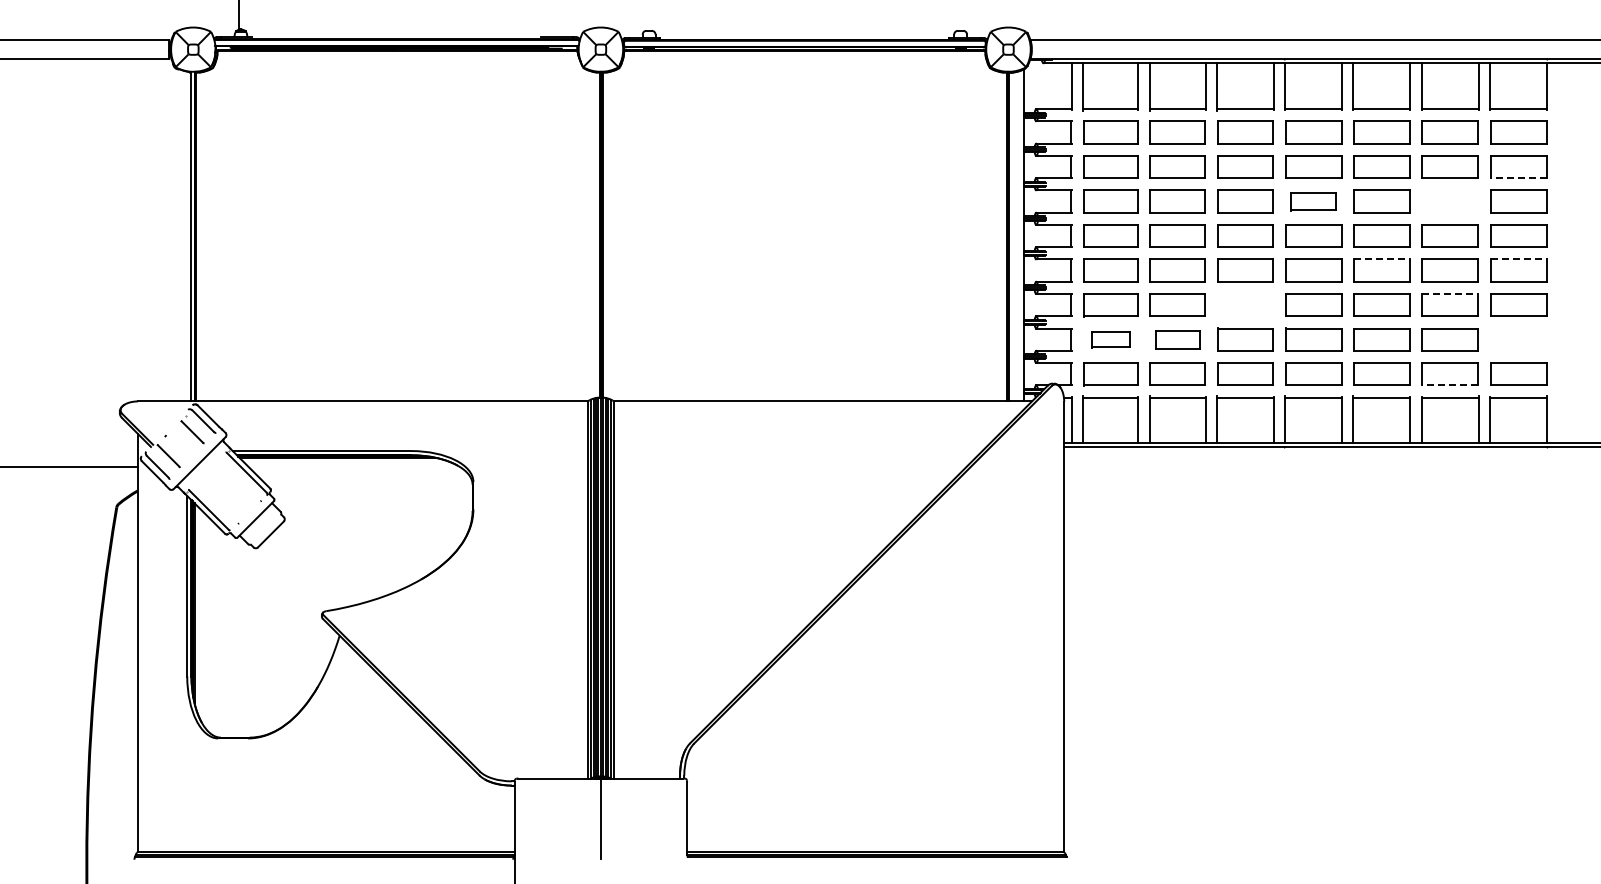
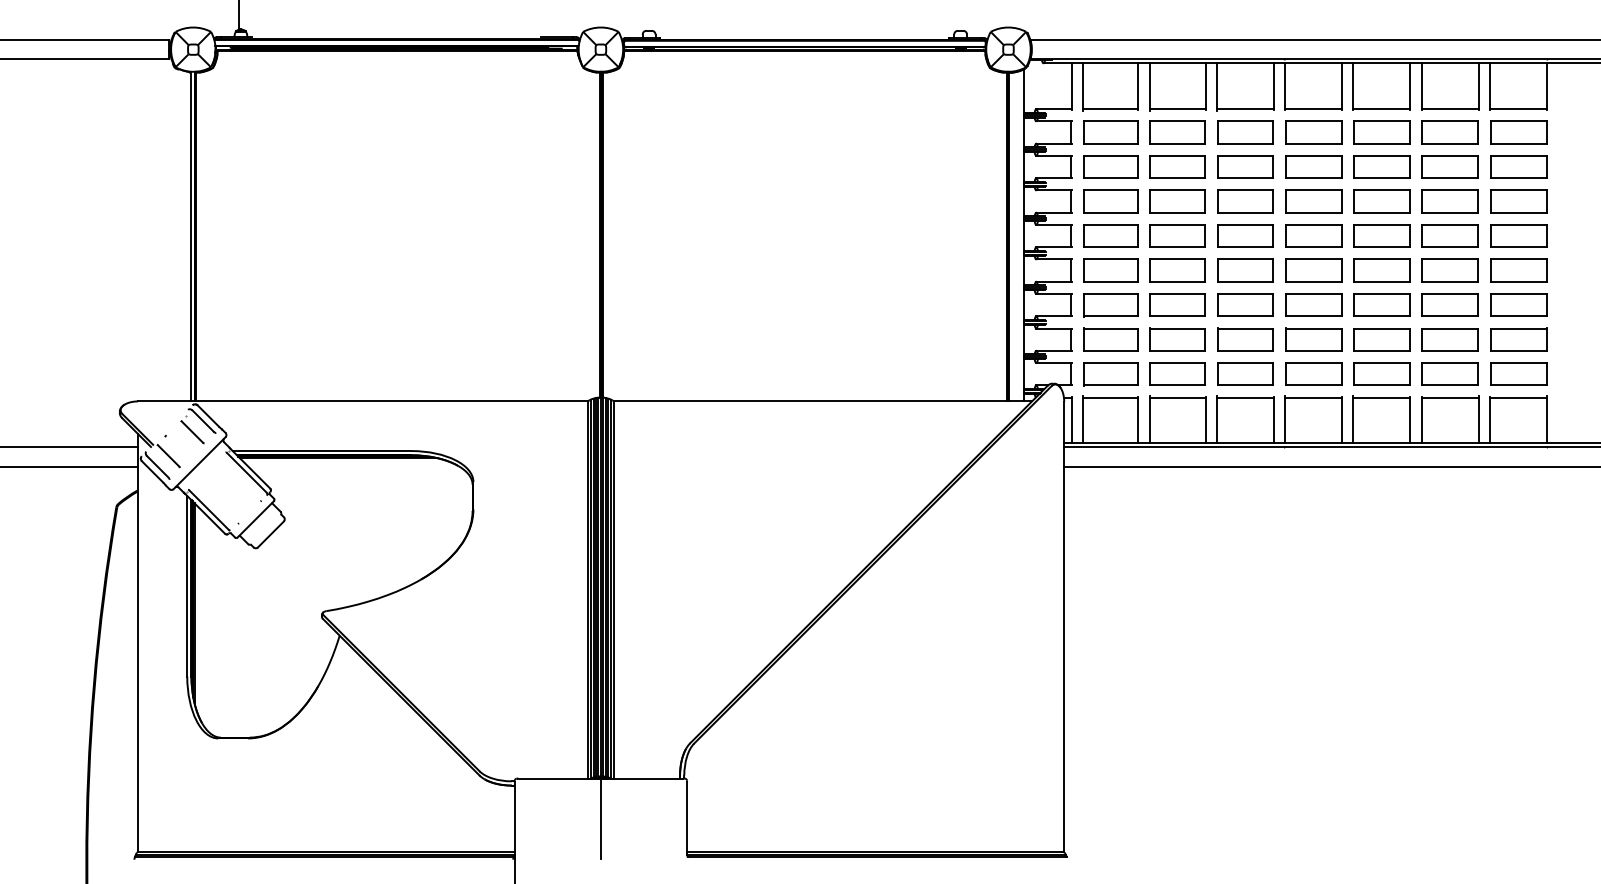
line at (1518, 178): dashed -> solid
part at (1313, 201) size: 47x20 px -> 58x25 px
part at (1449, 201): none -> present
line at (1382, 259): dashed -> solid
line at (1519, 259): dashed -> solid
line at (1450, 293): dashed -> solid
part at (1245, 304): none -> present
part at (1110, 339) size: 40x18 px -> 56x25 px
part at (1177, 339) size: 46x20 px -> 57x25 px
part at (1518, 339): none -> present
line at (1449, 385): dashed -> solid
line at (69, 447): none -> present
line at (1330, 466): none -> present
